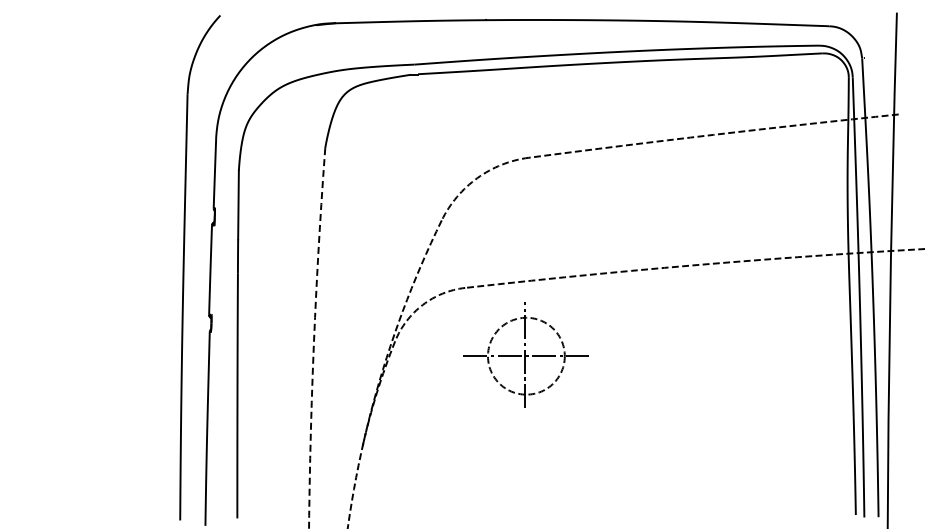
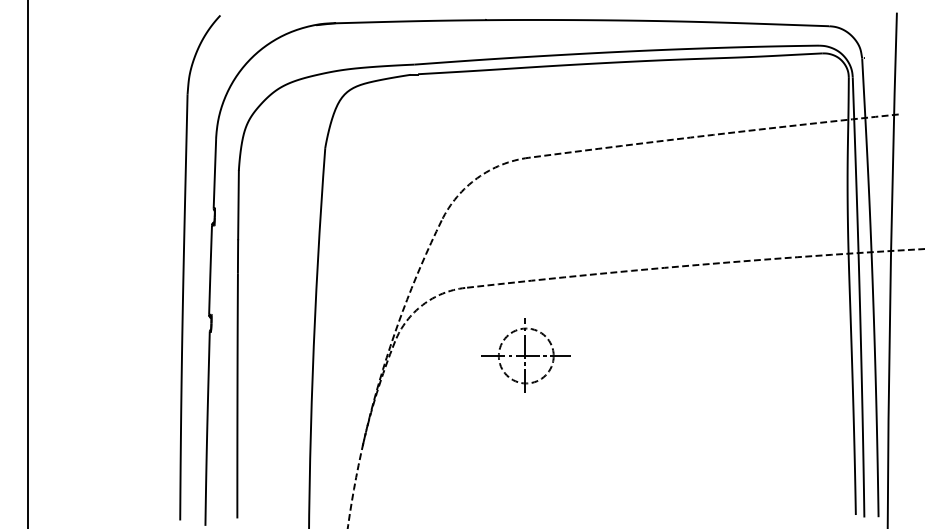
line at (27, 263): none -> present
arc at (314, 338): dashed -> solid
part at (525, 354) size: 126x106 px -> 90x75 px
